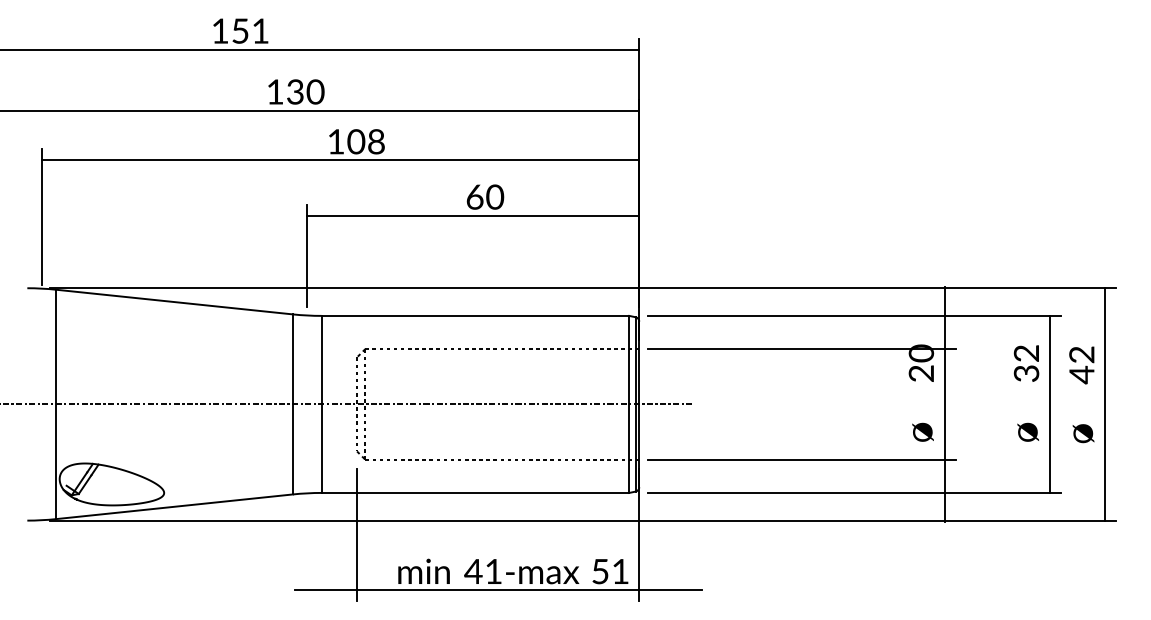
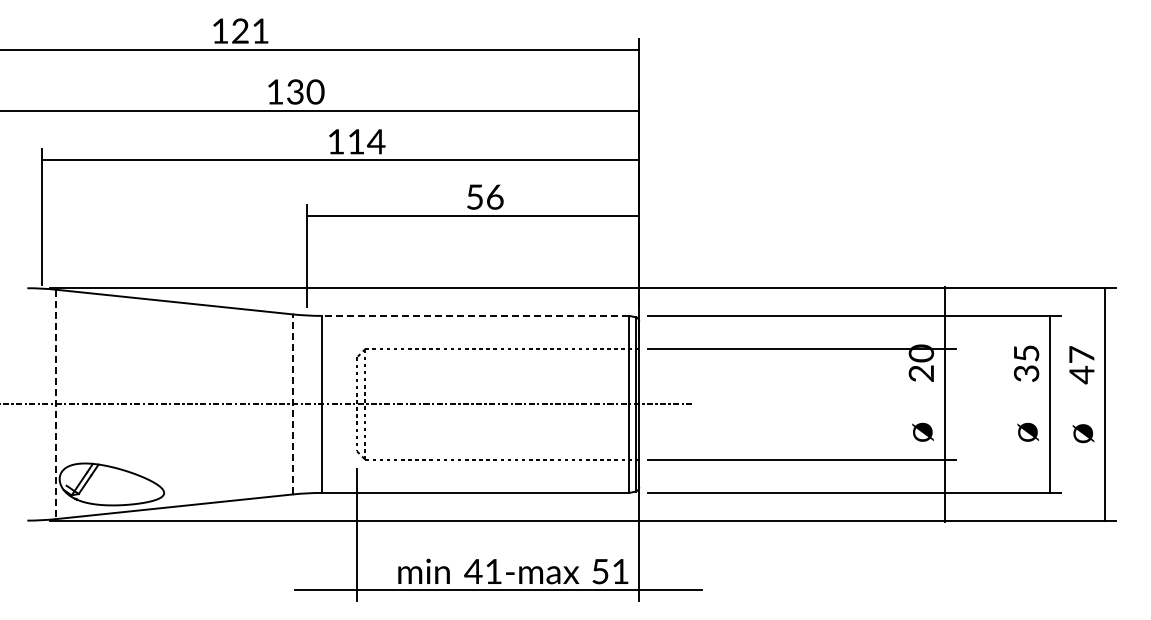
text at (240, 30): 151 -> 121
text at (366, 141): 108 -> 114
text at (485, 196): 60 -> 56
line at (475, 315): solid -> dashed
text at (1026, 353): 32 -> 35
text at (1081, 354): 42 -> 47
line at (293, 403): solid -> dashed
line at (56, 404): solid -> dashed
